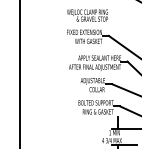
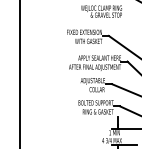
text at (87, 15) position: (87, 15) -> (101, 11)
